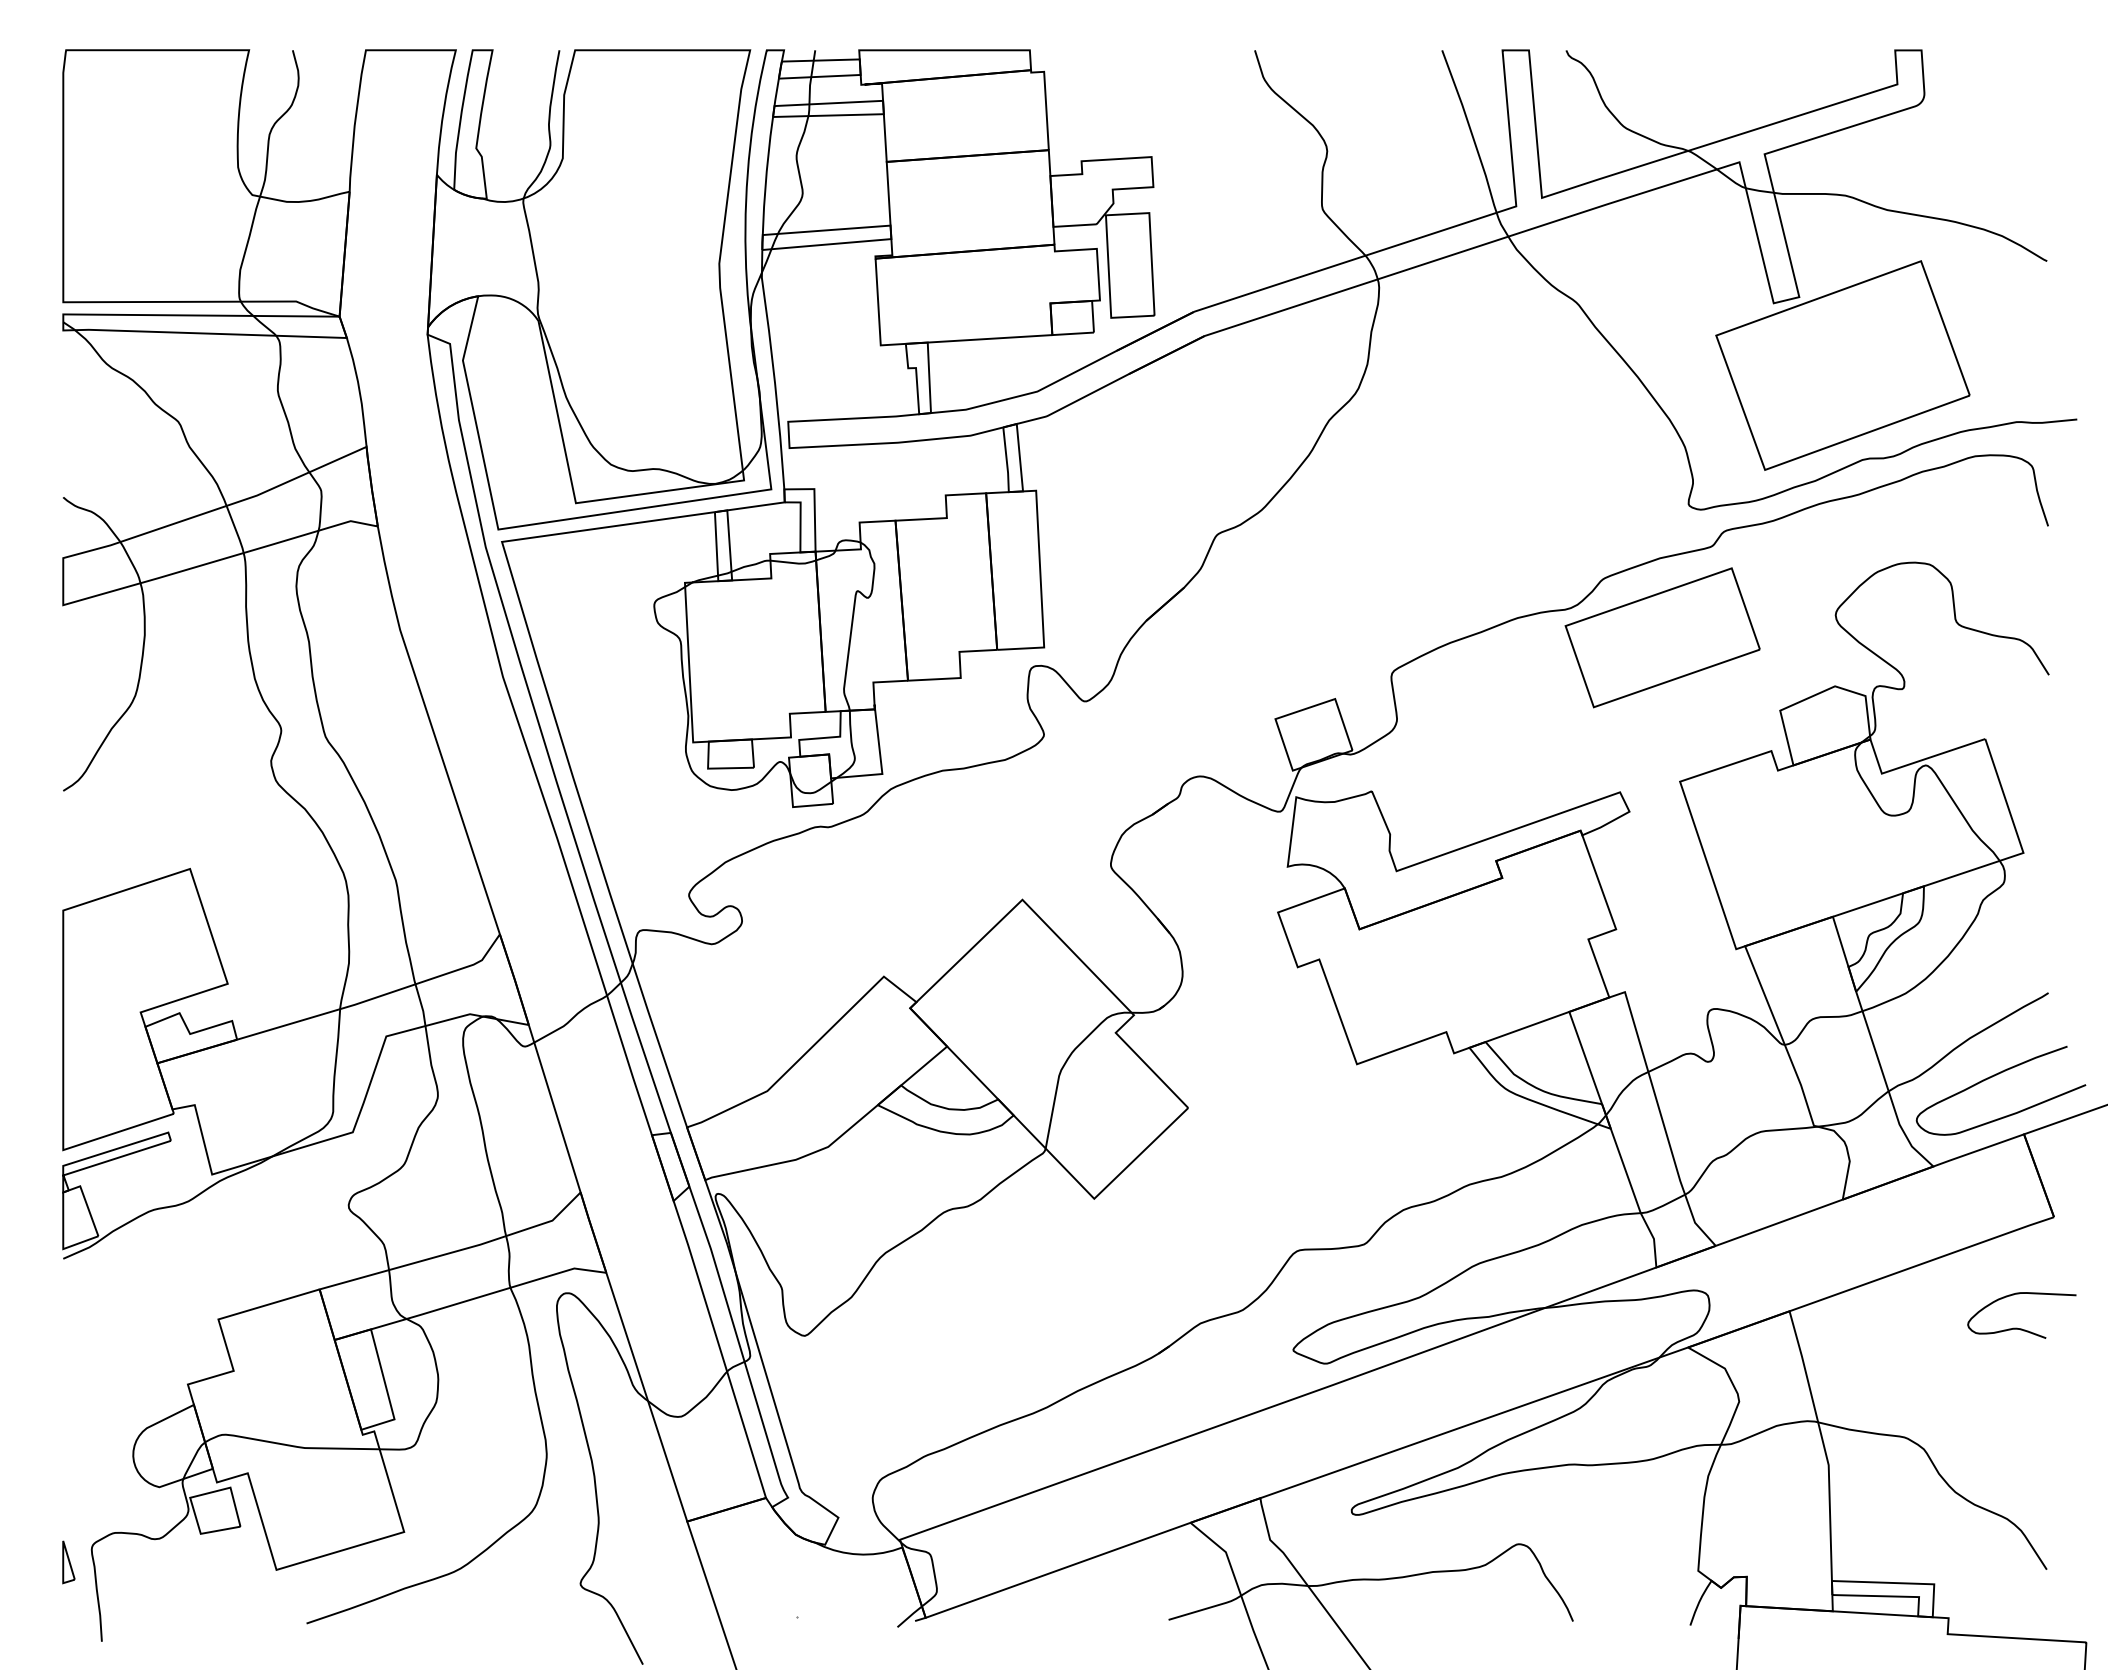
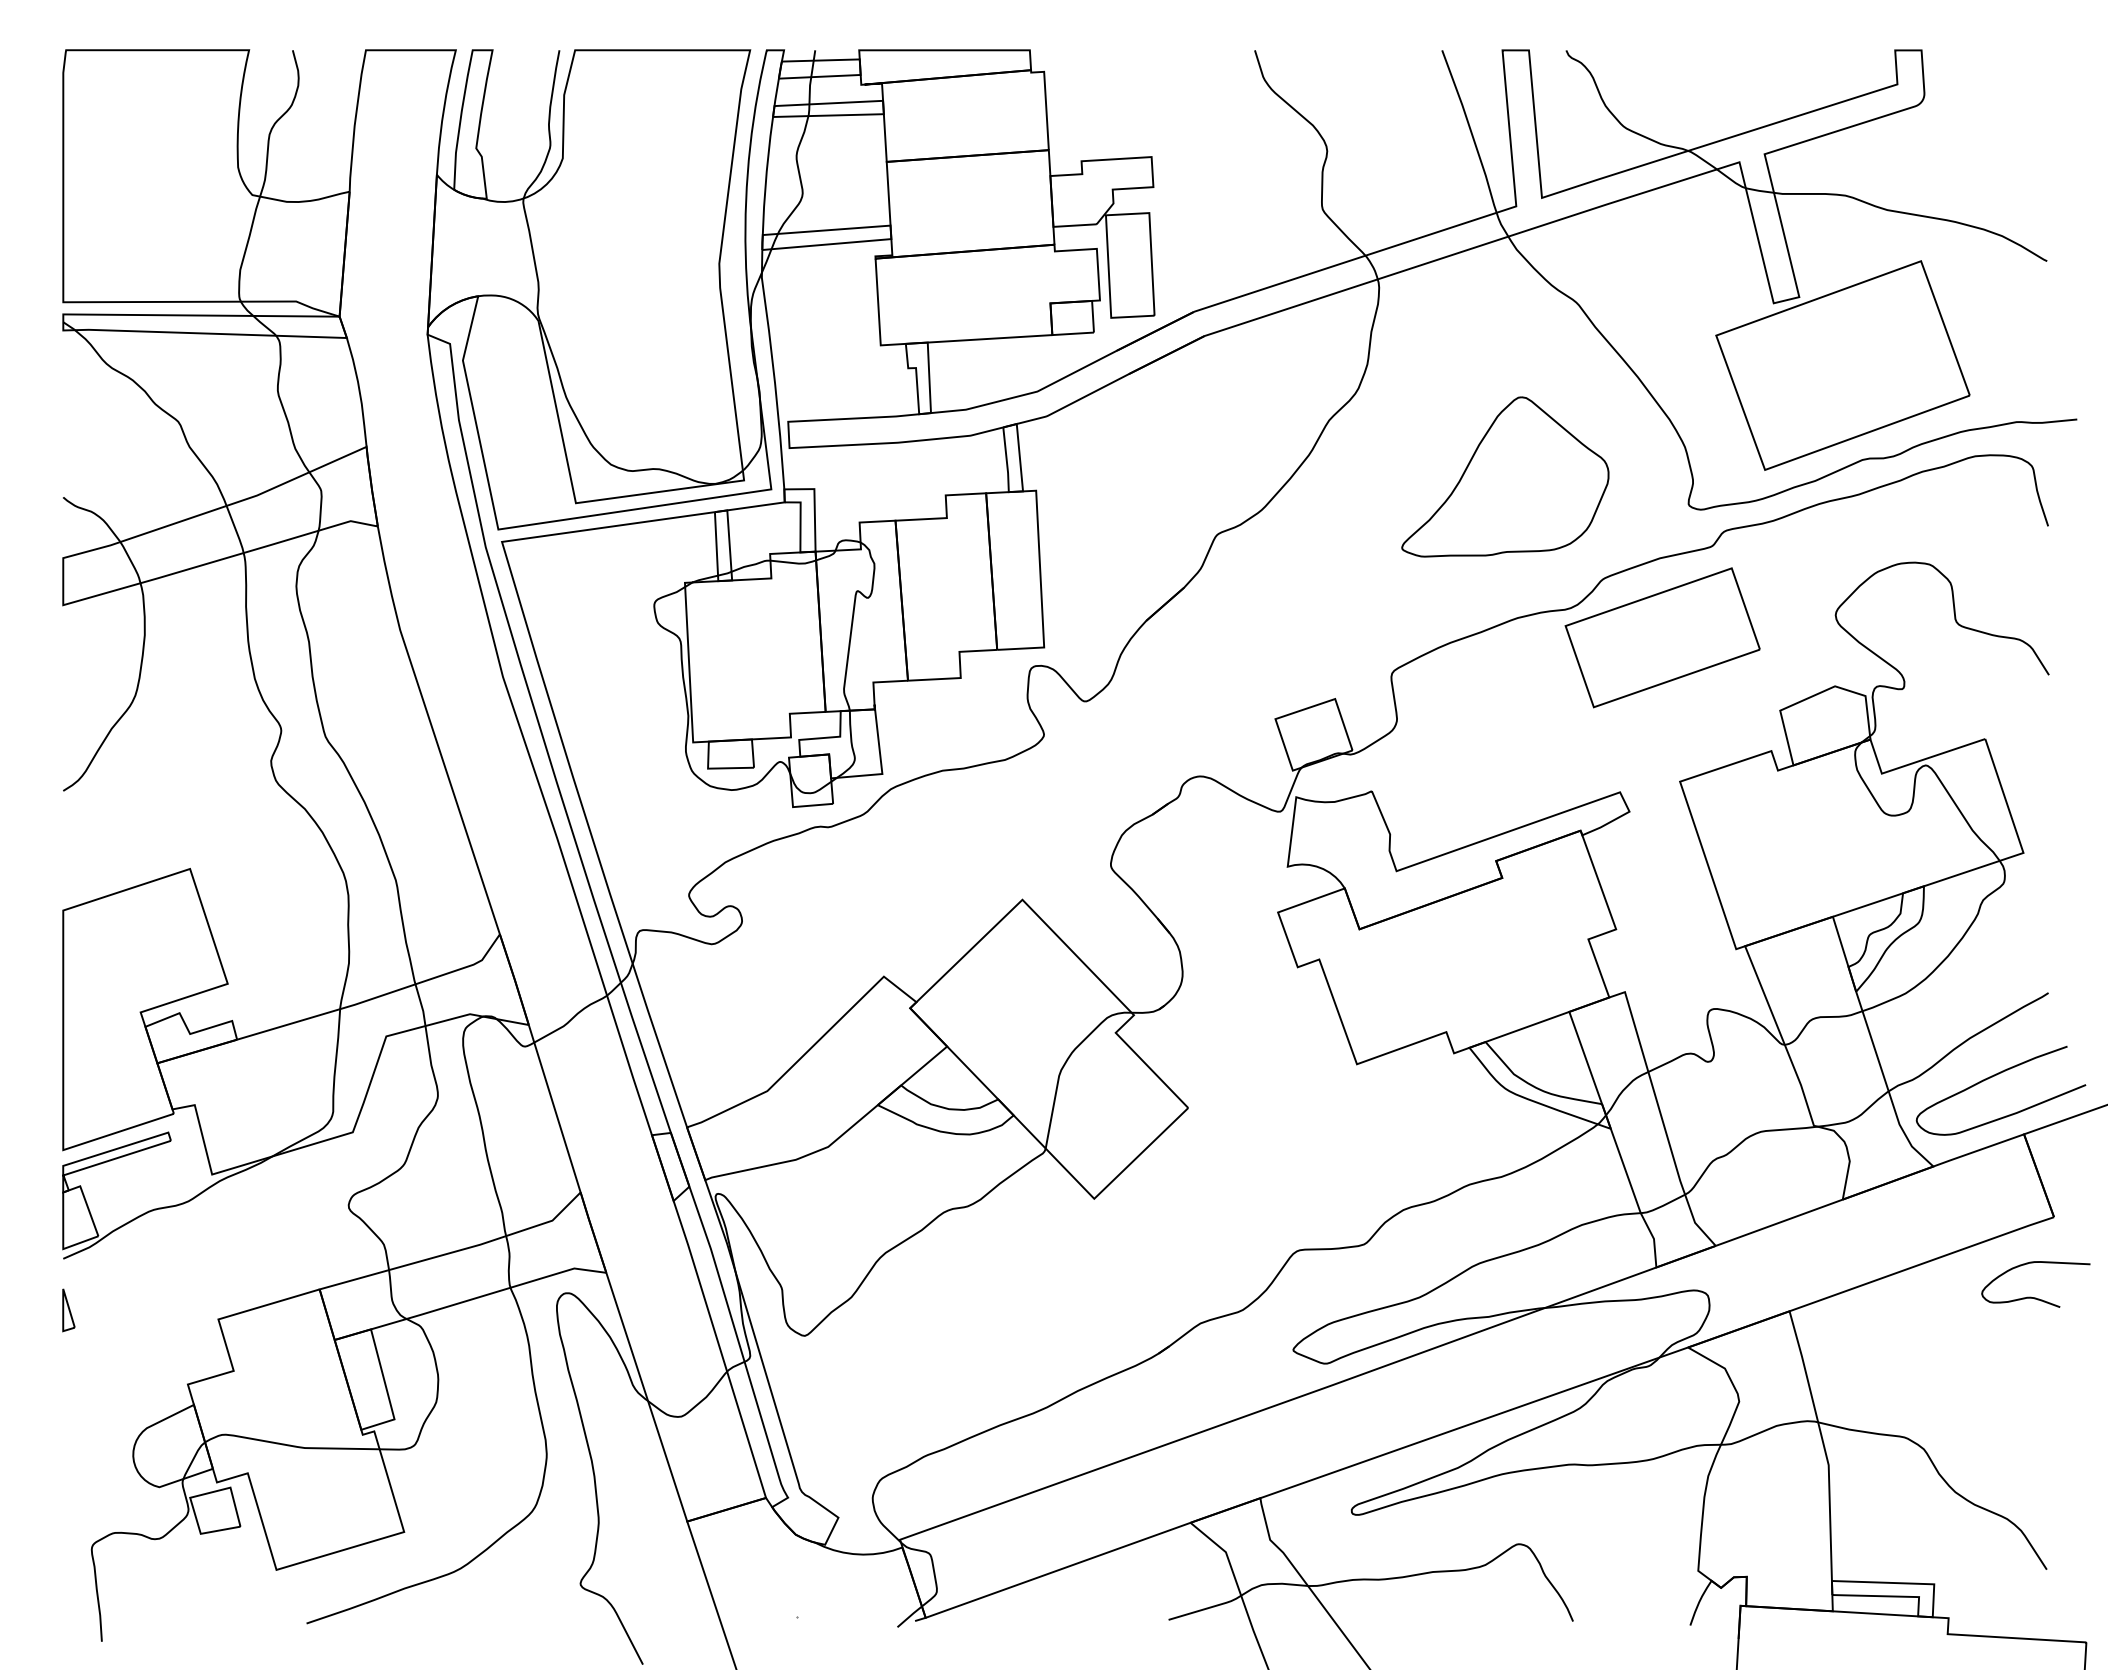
part at (1505, 476): none -> present
curve at (2017, 1327) position: (2017, 1327) -> (2031, 1296)
part at (68, 1562) position: (68, 1562) -> (68, 1310)
